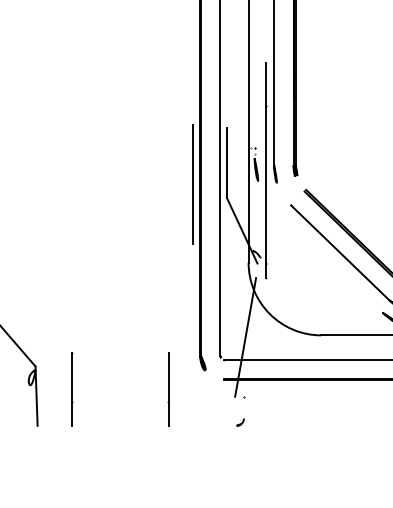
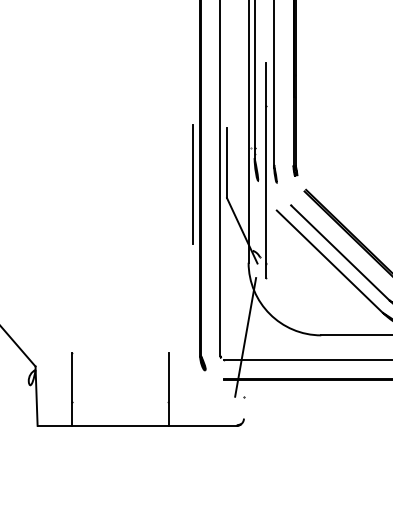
line at (254, 80): none -> present
line at (329, 261): none -> present
line at (136, 425): none -> present
